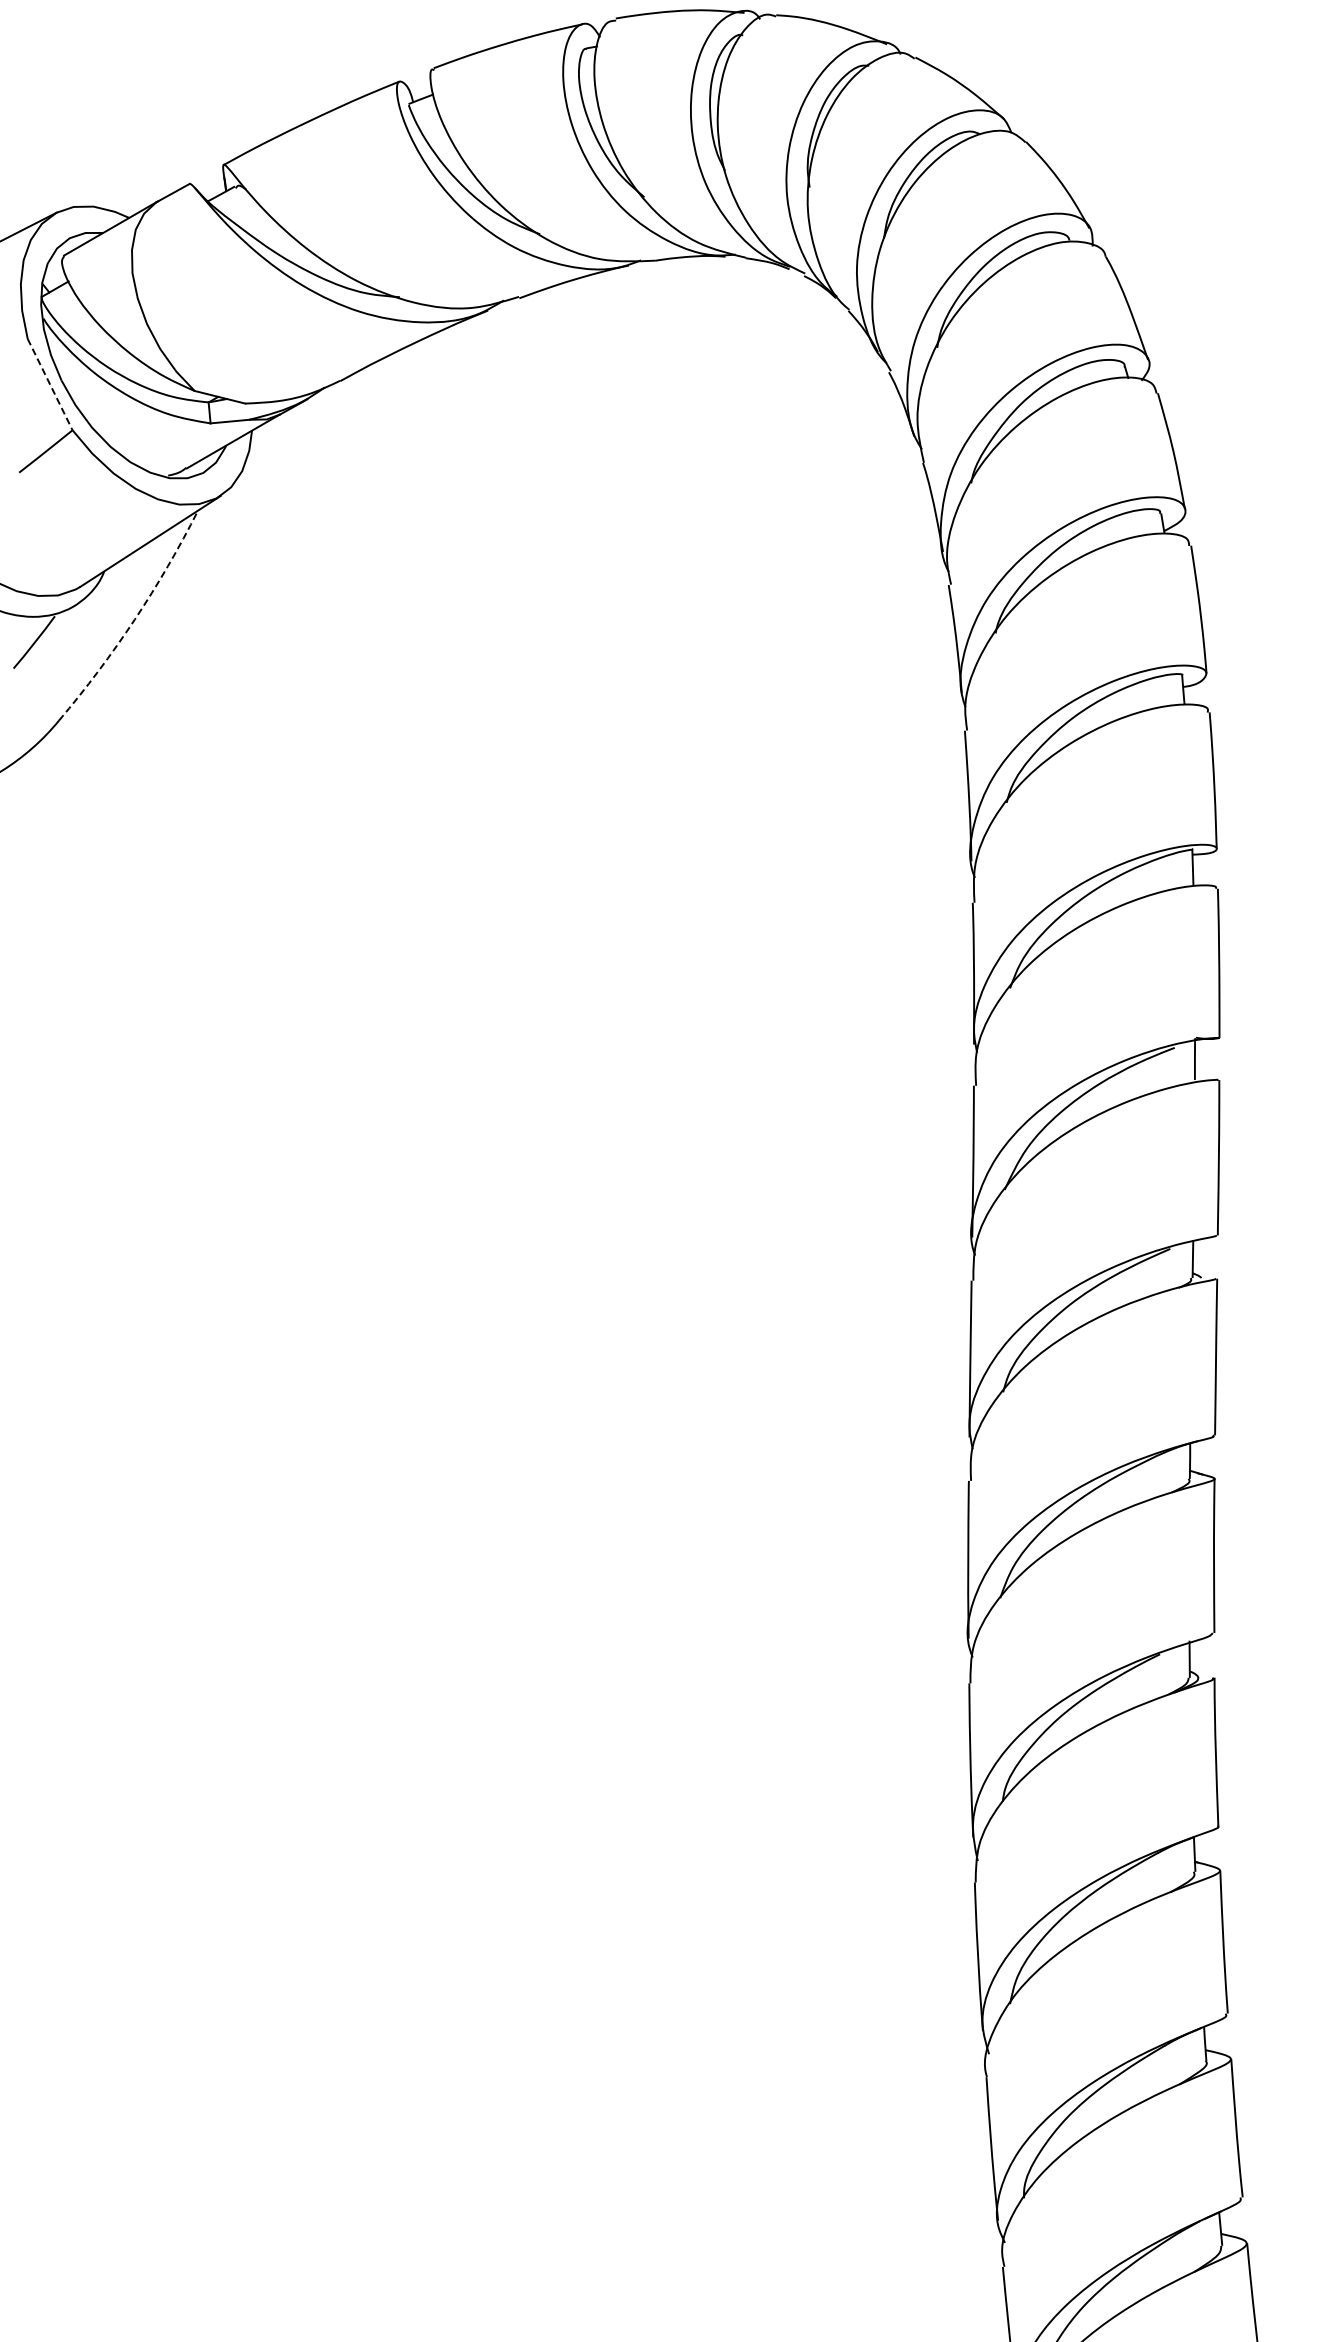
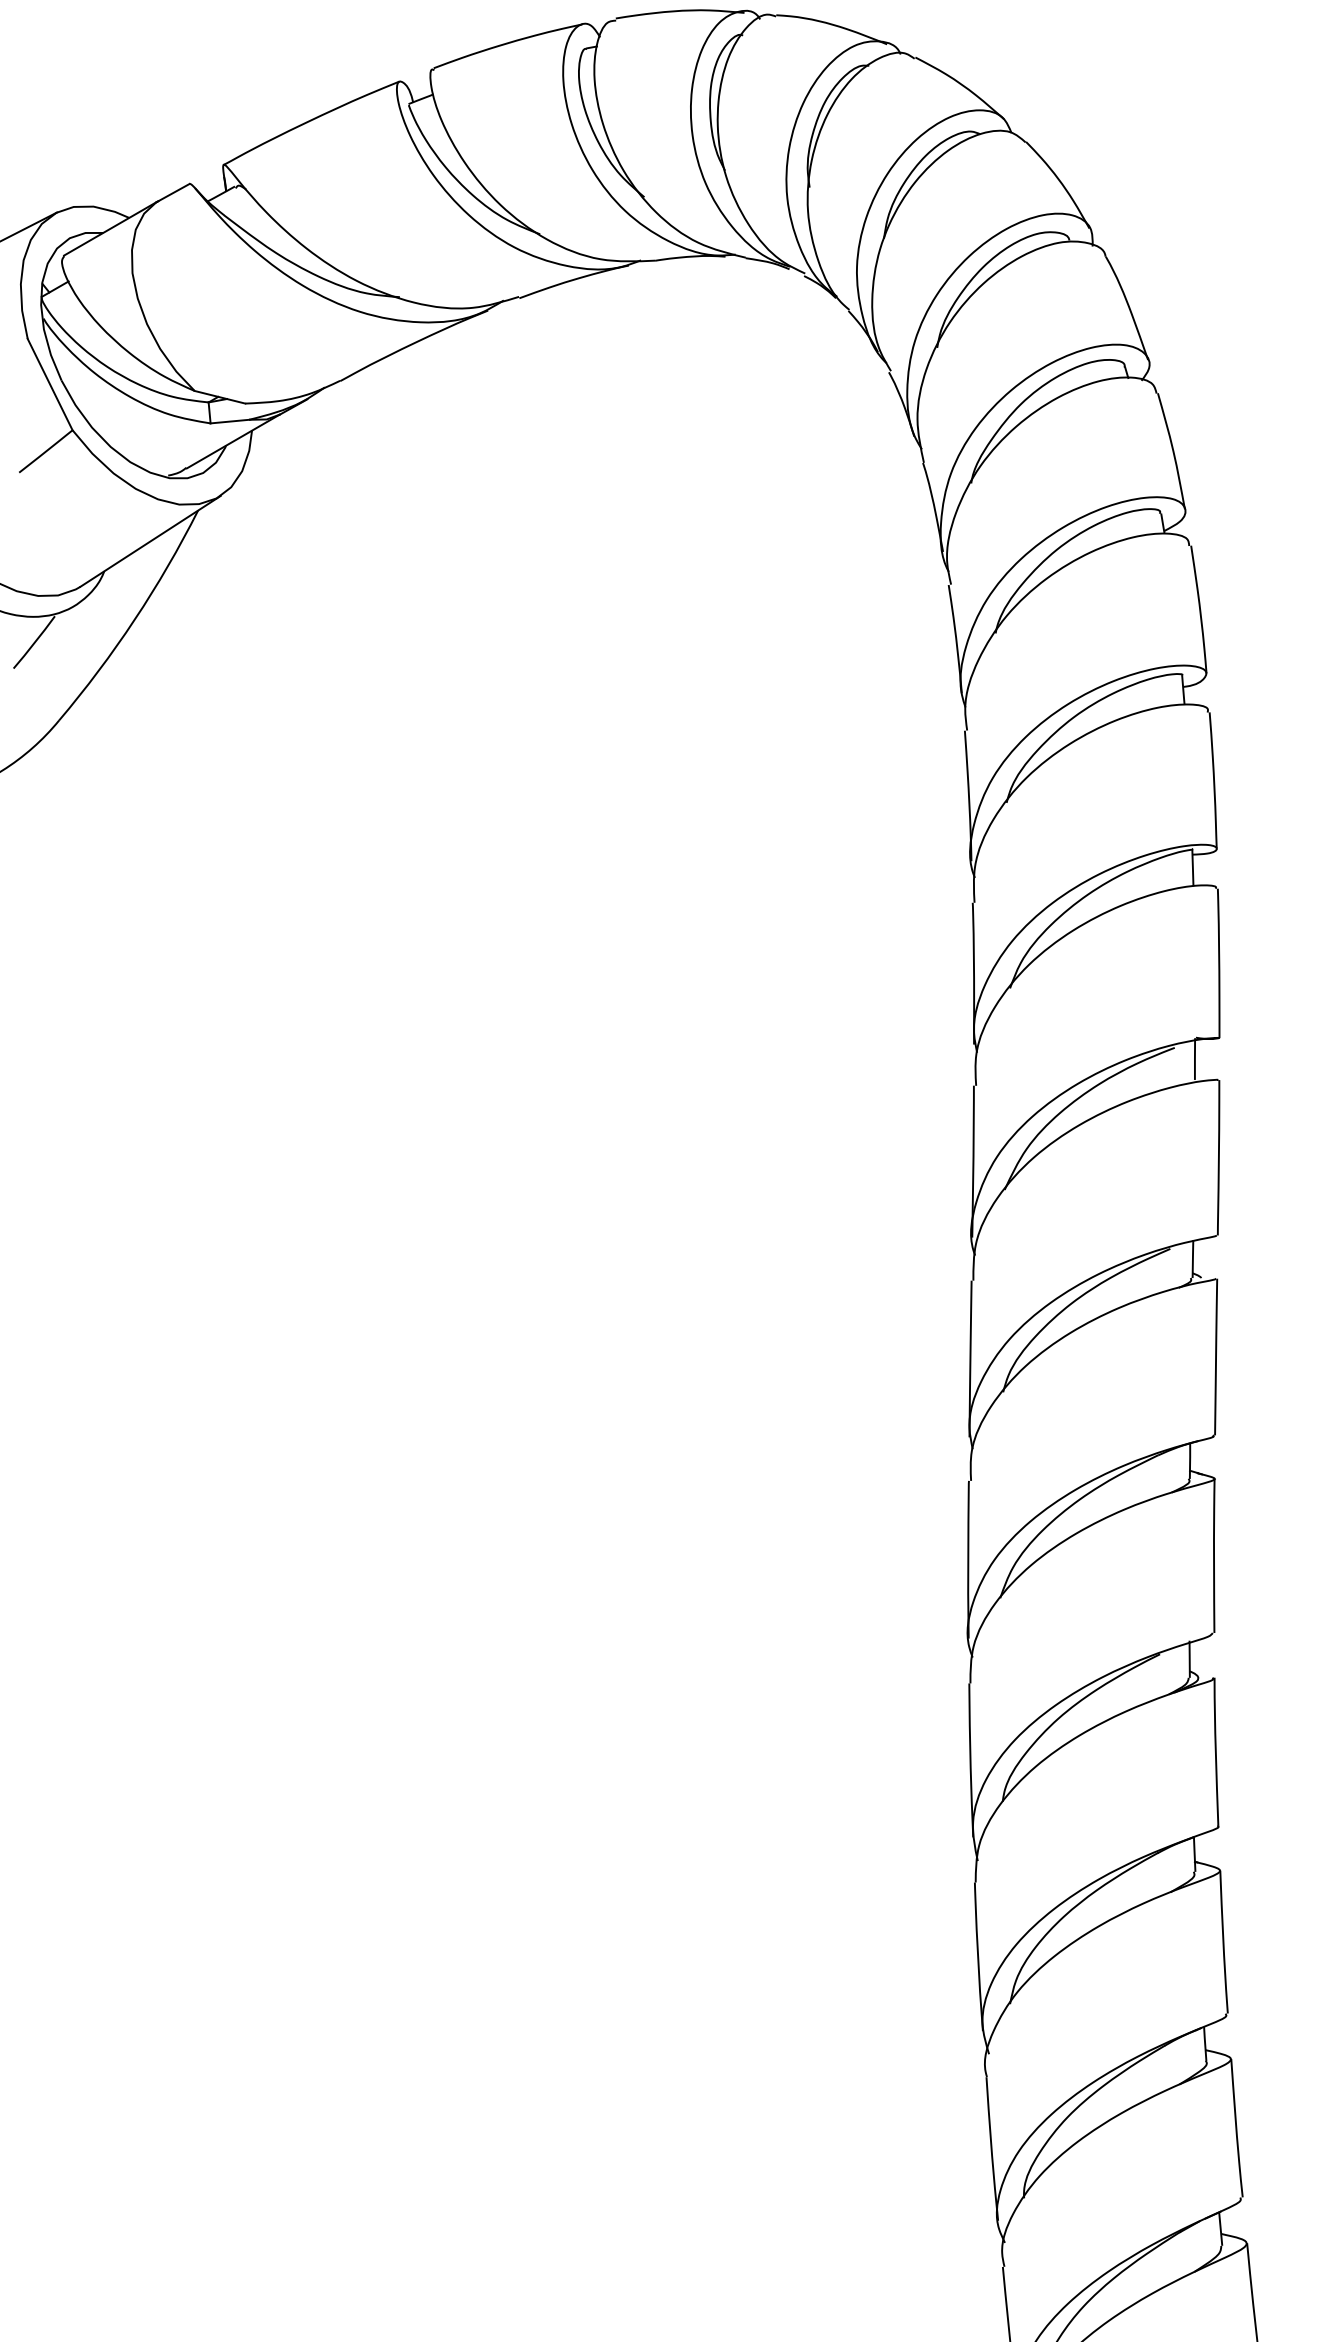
line at (50, 384): dashed -> solid
arc at (134, 619): dashed -> solid
